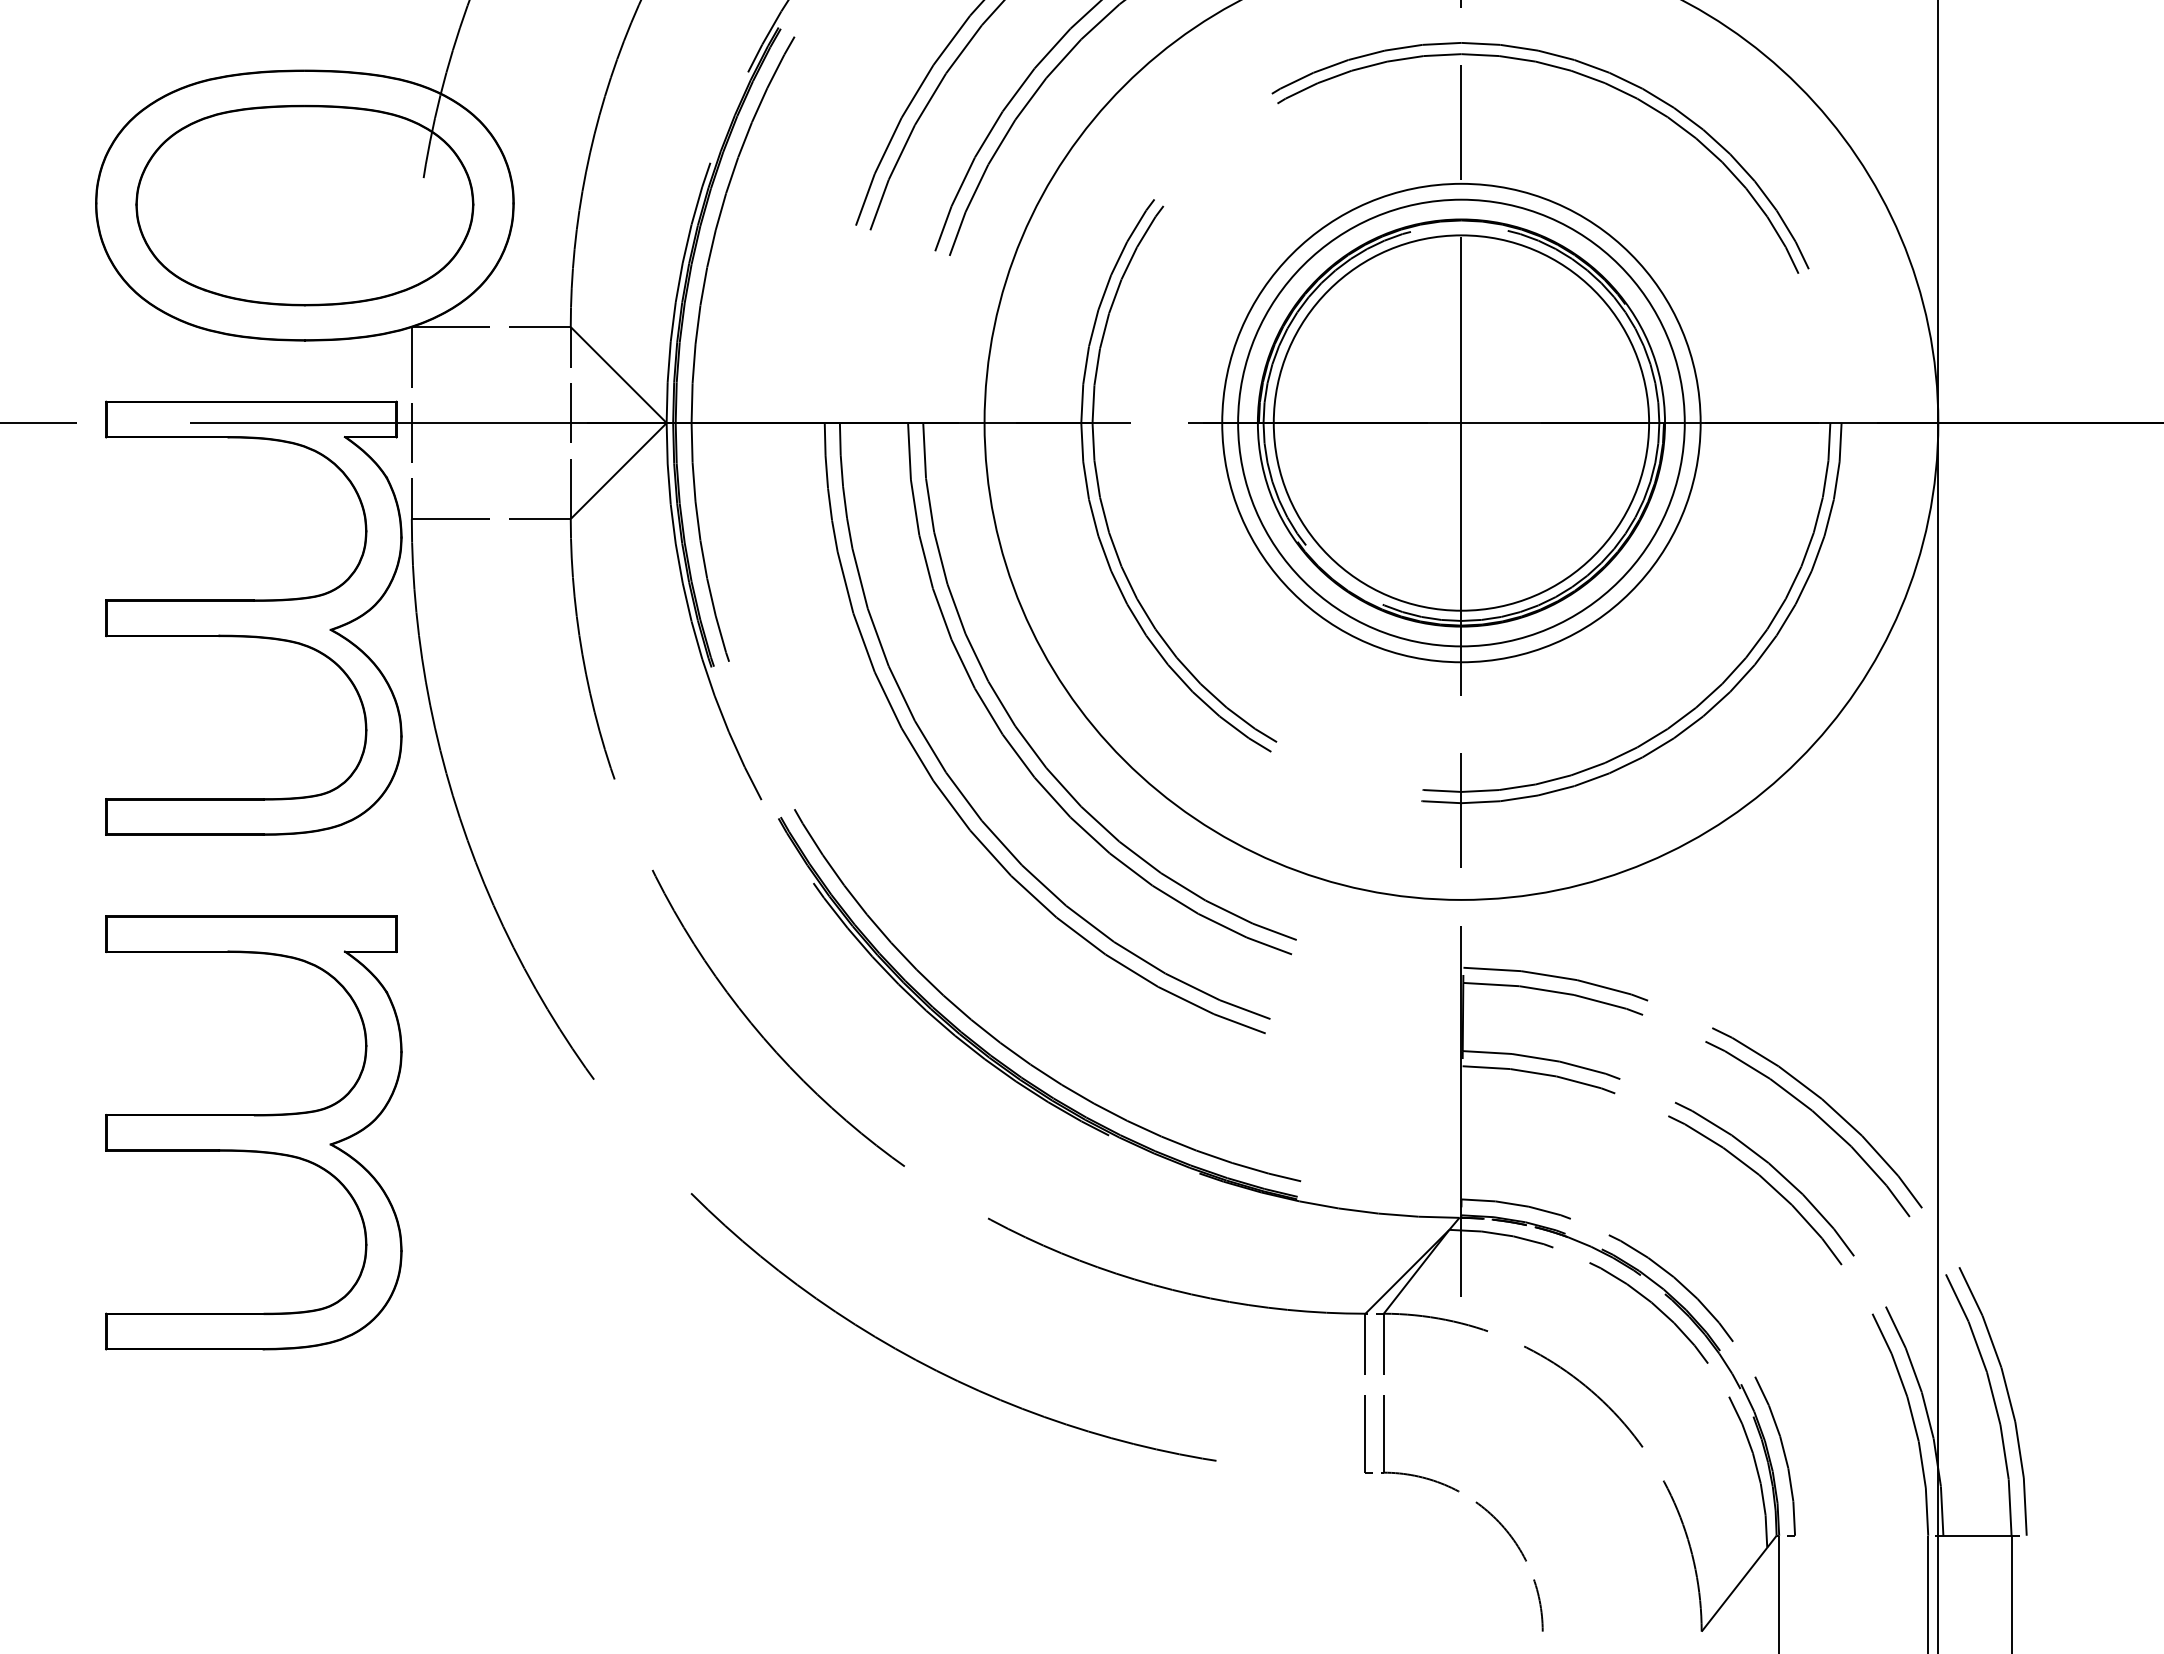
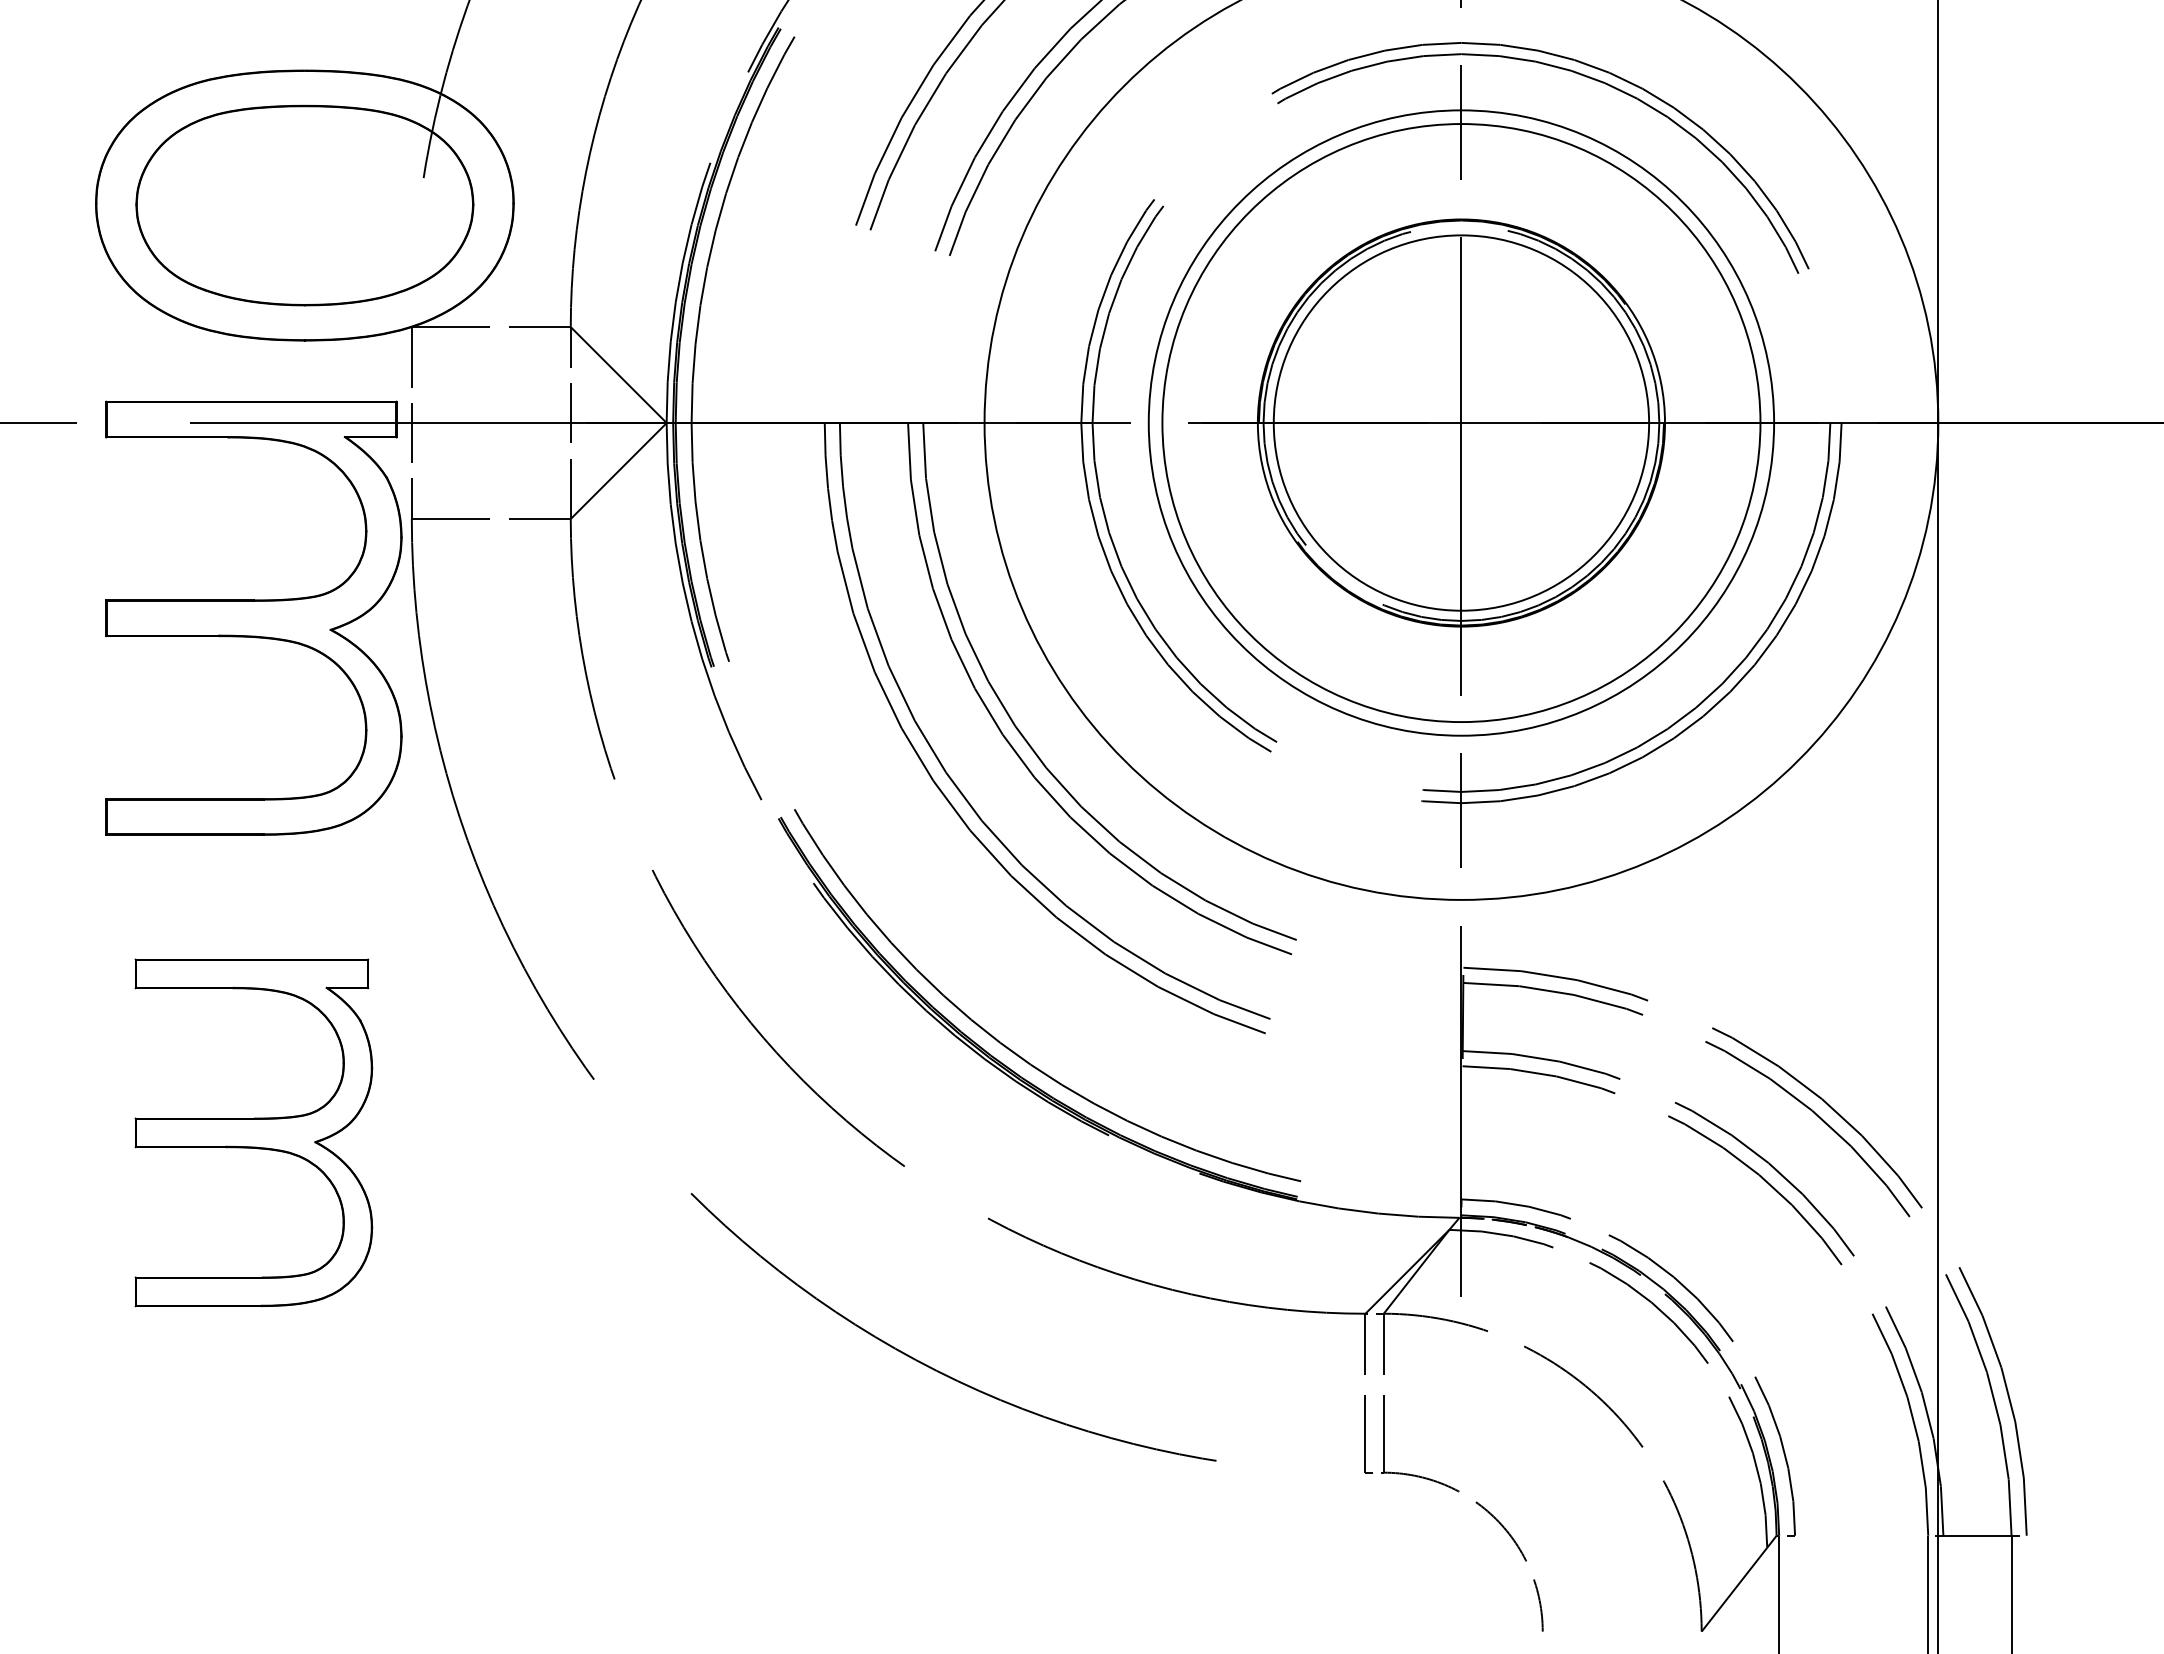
circle at (1461, 422) diameter: 447 px -> 625 px
circle at (1461, 422) diameter: 478 px -> 598 px
part at (253, 1132) size: 298x436 px -> 240x350 px
